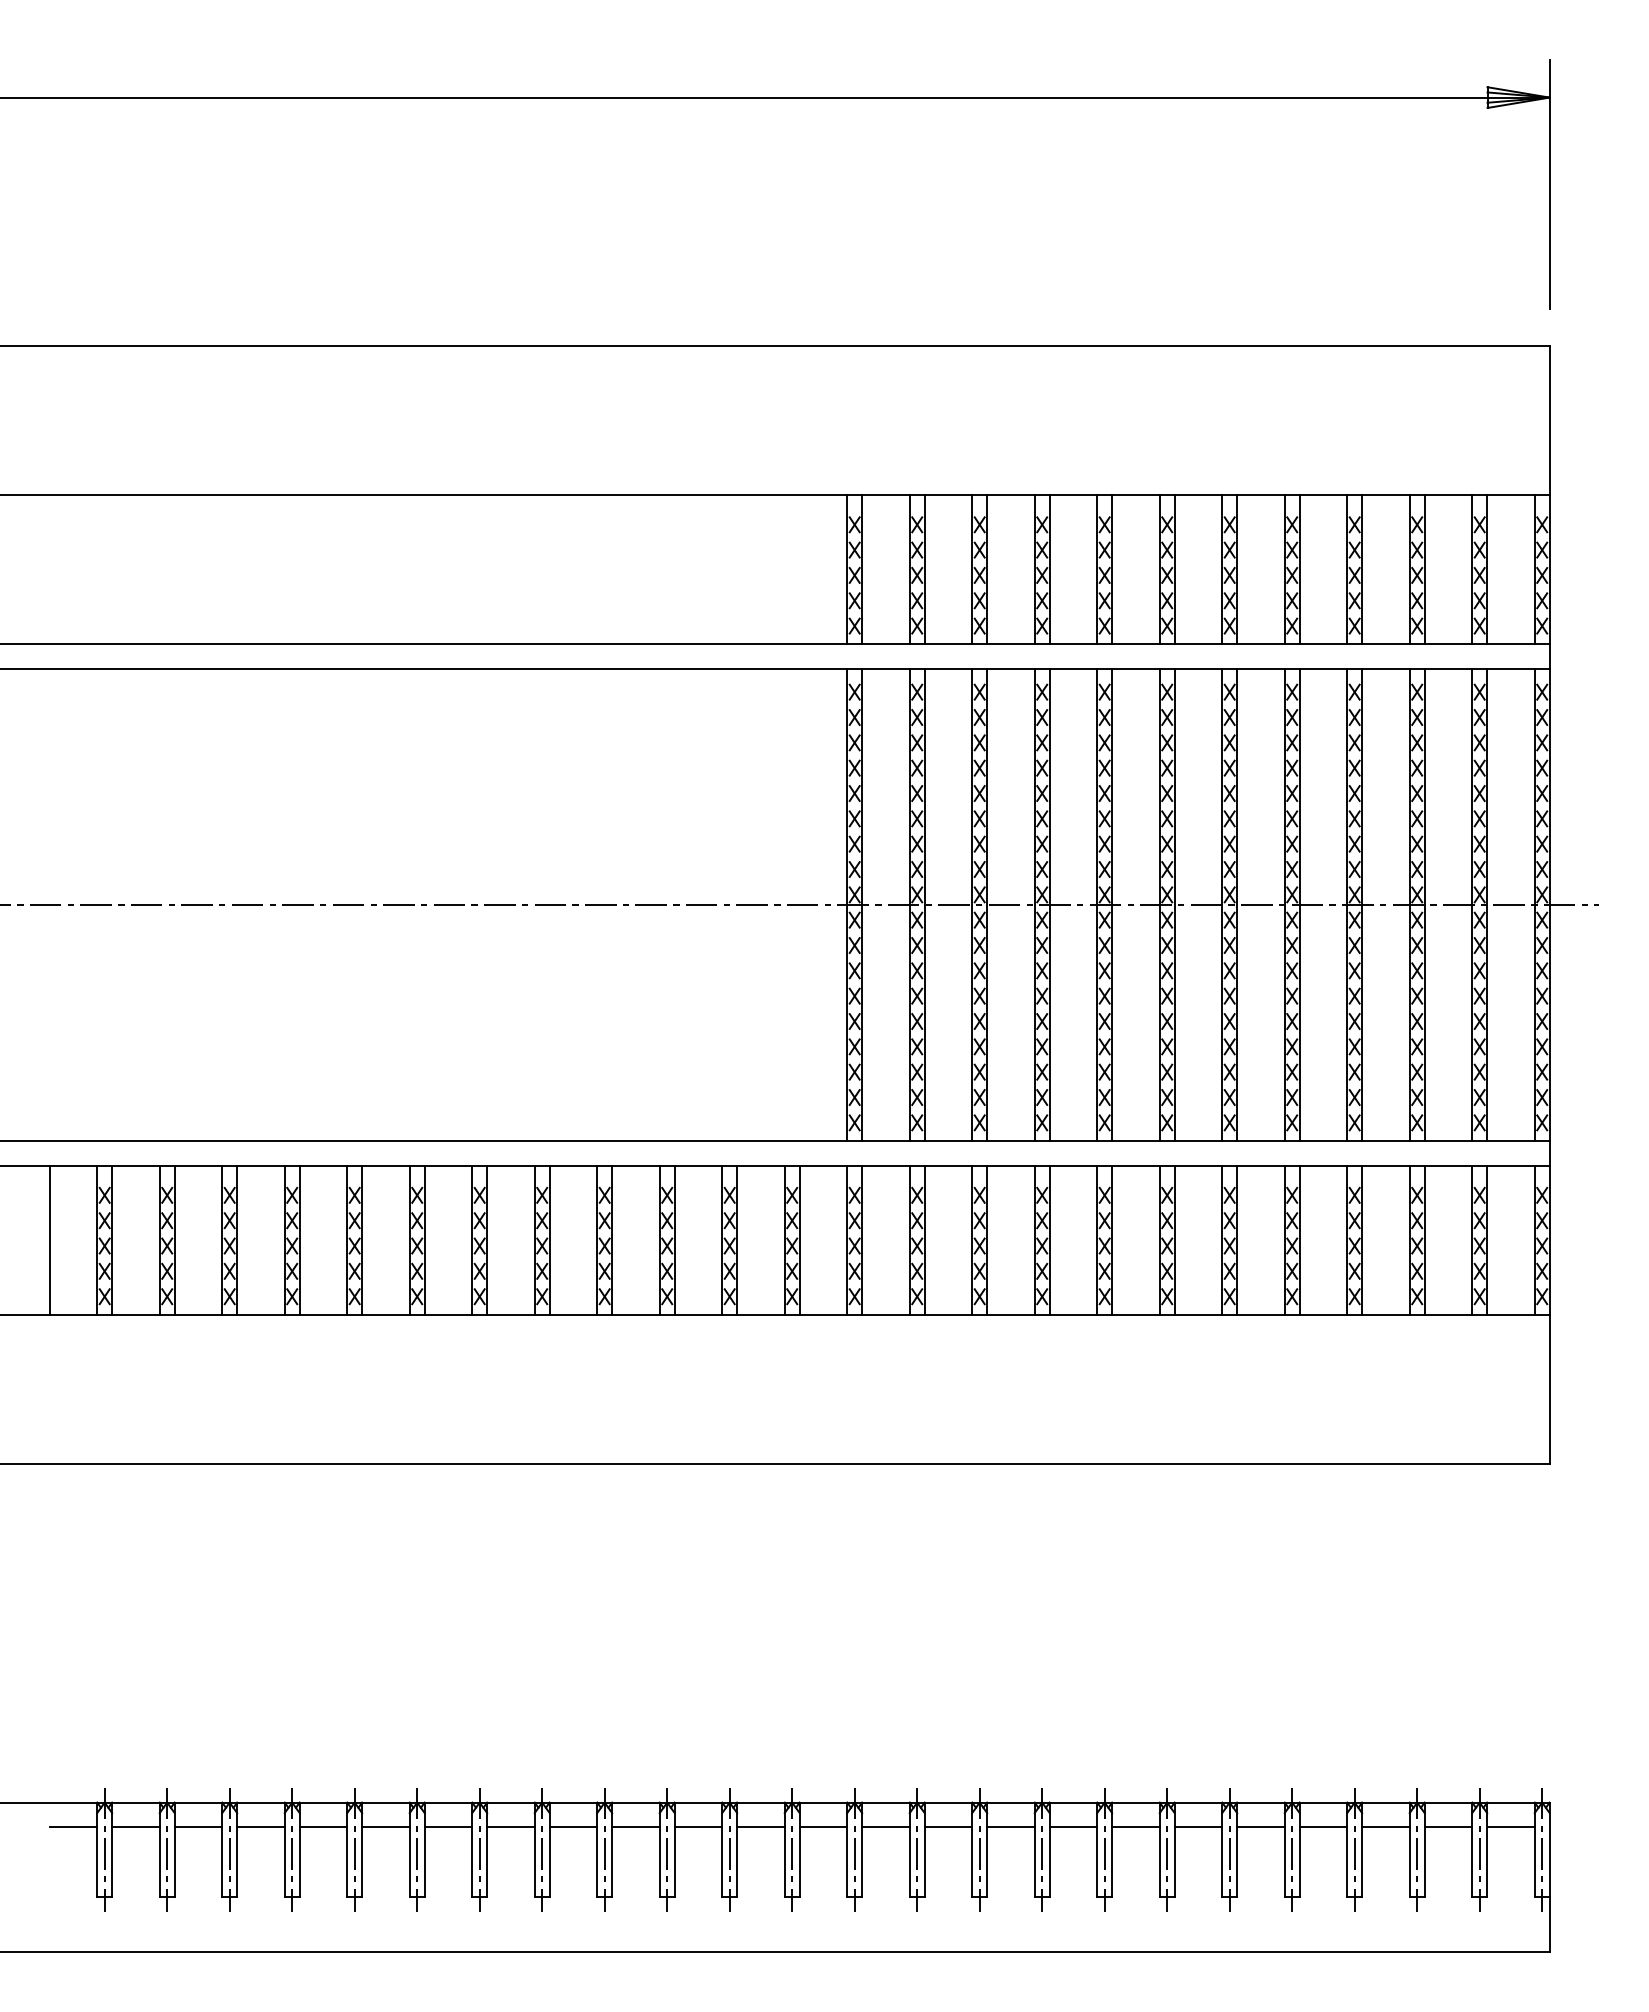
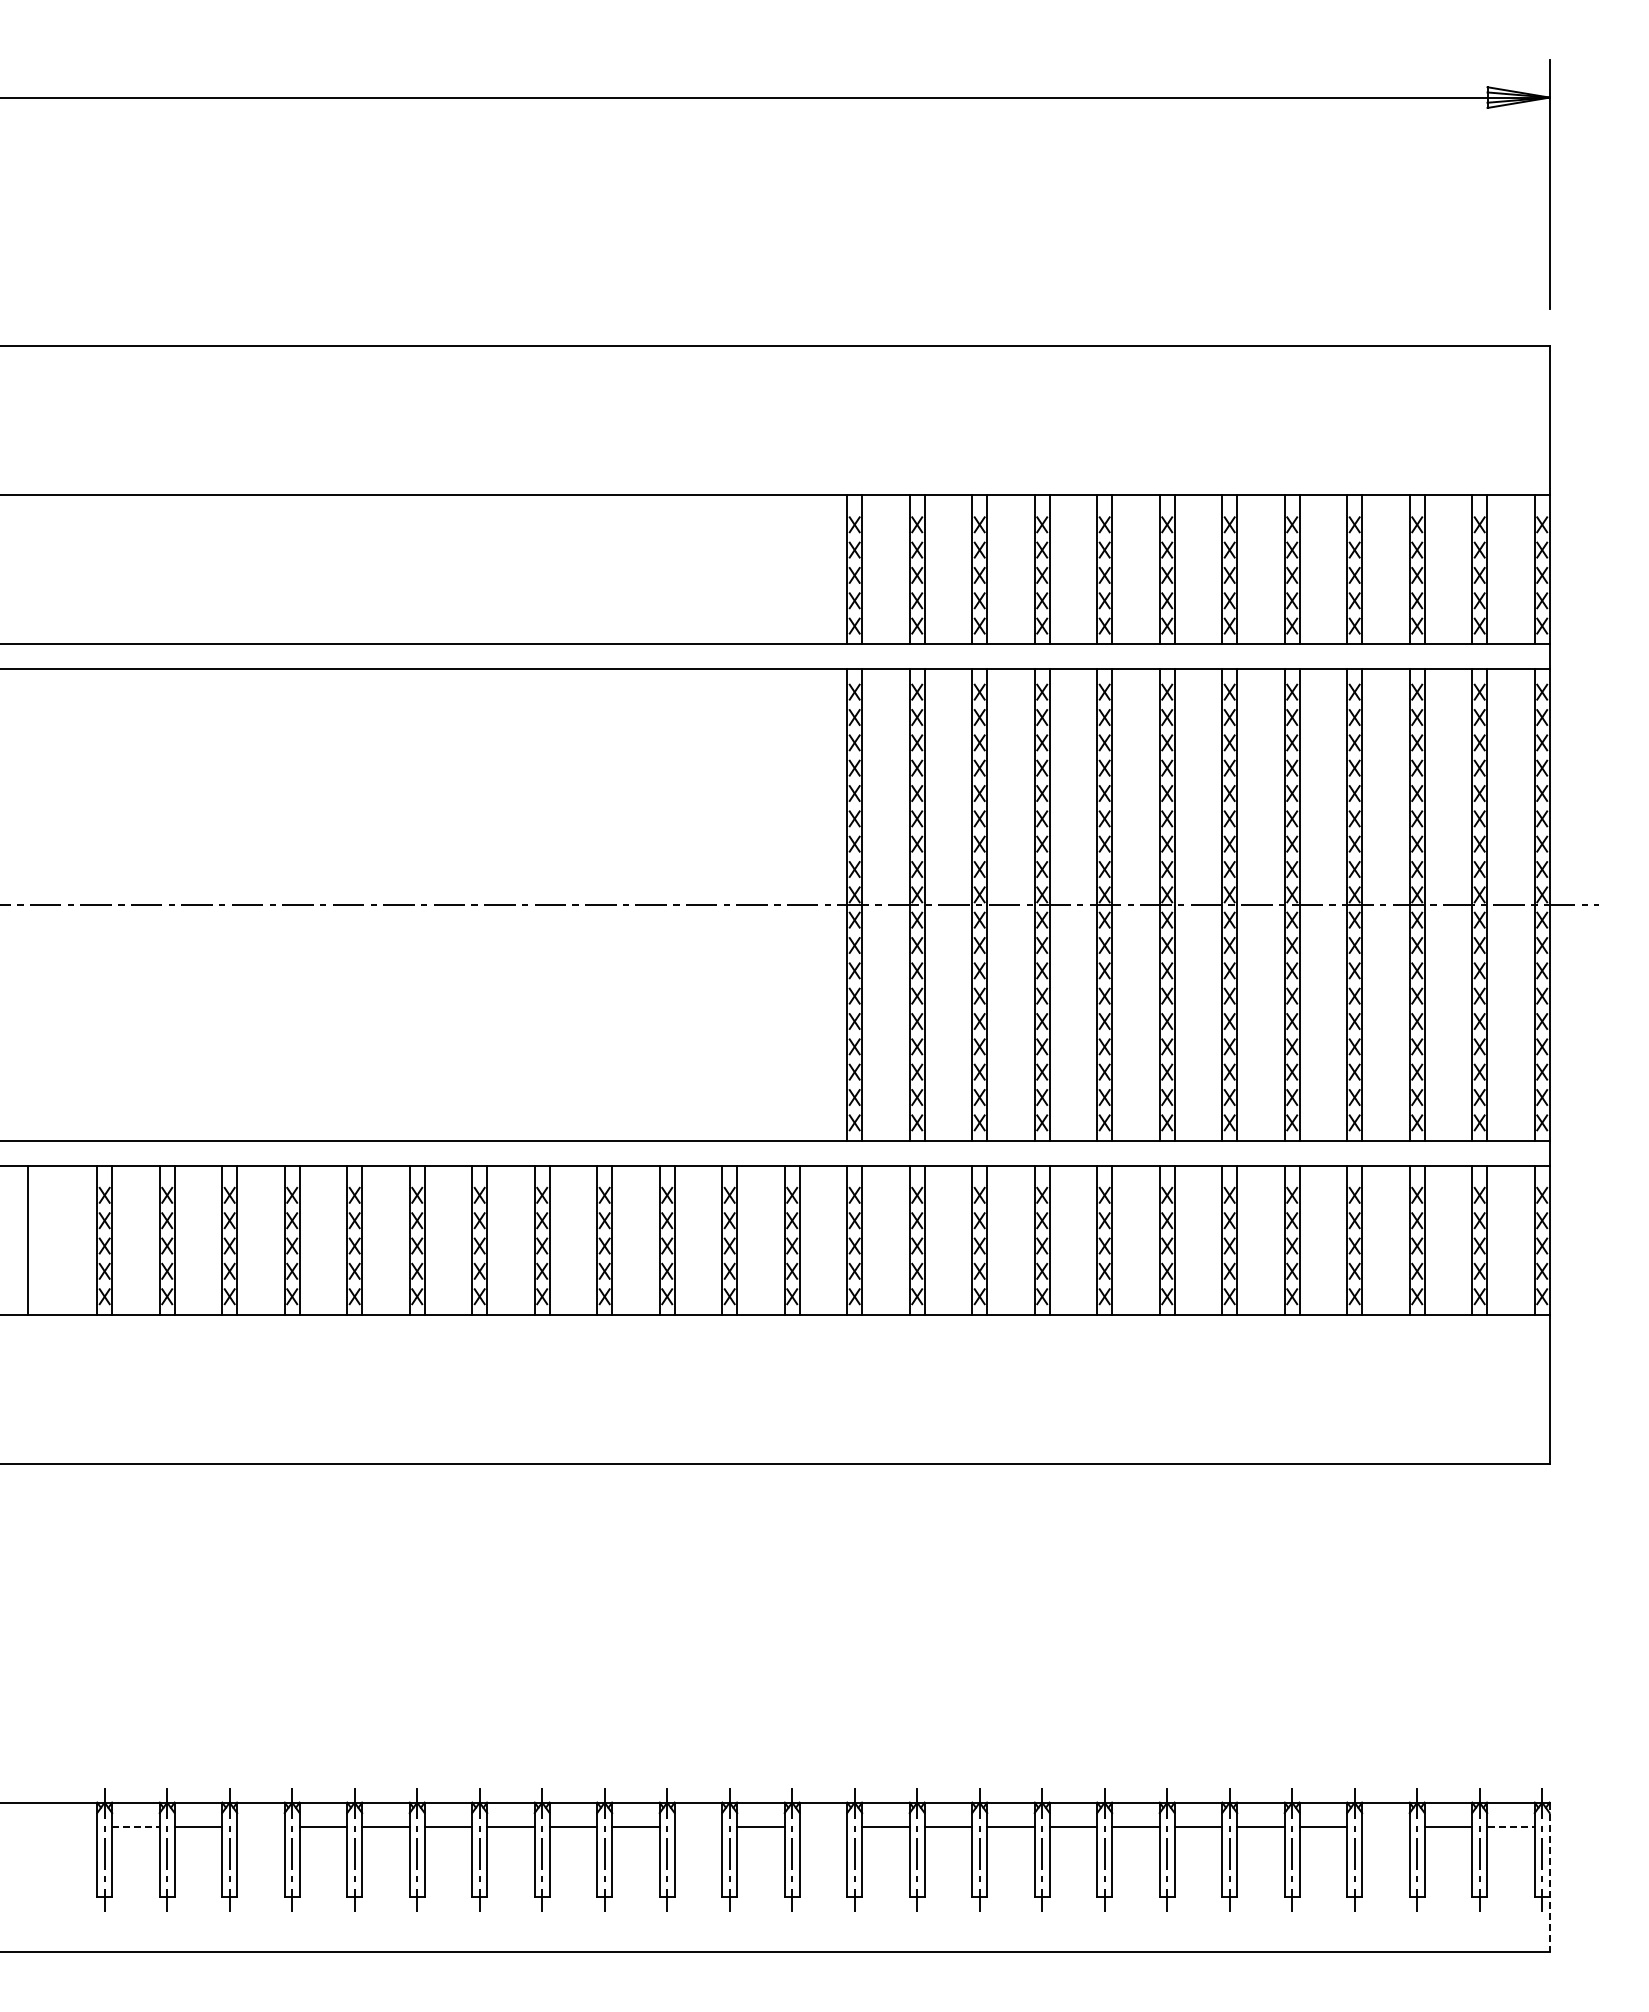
line at (49, 1239) position: (49, 1239) -> (27, 1239)
line at (73, 1827): present -> none
line at (135, 1827): solid -> dashed
line at (260, 1827): present -> none
line at (698, 1827): present -> none
line at (823, 1827): present -> none
line at (1385, 1827): present -> none
line at (1511, 1827): solid -> dashed
line at (1549, 1877): solid -> dashed
